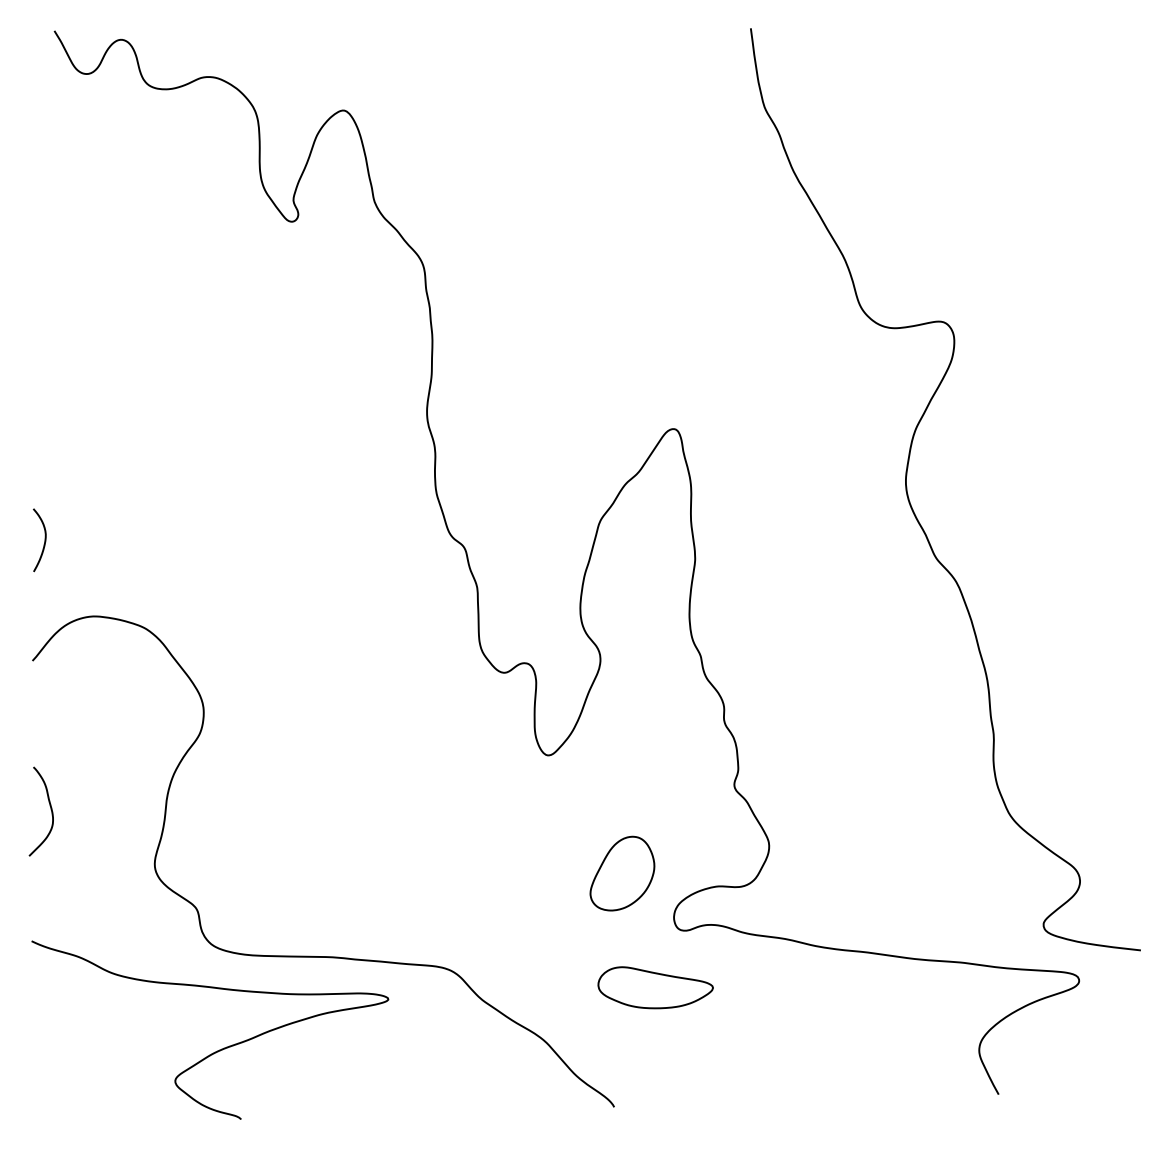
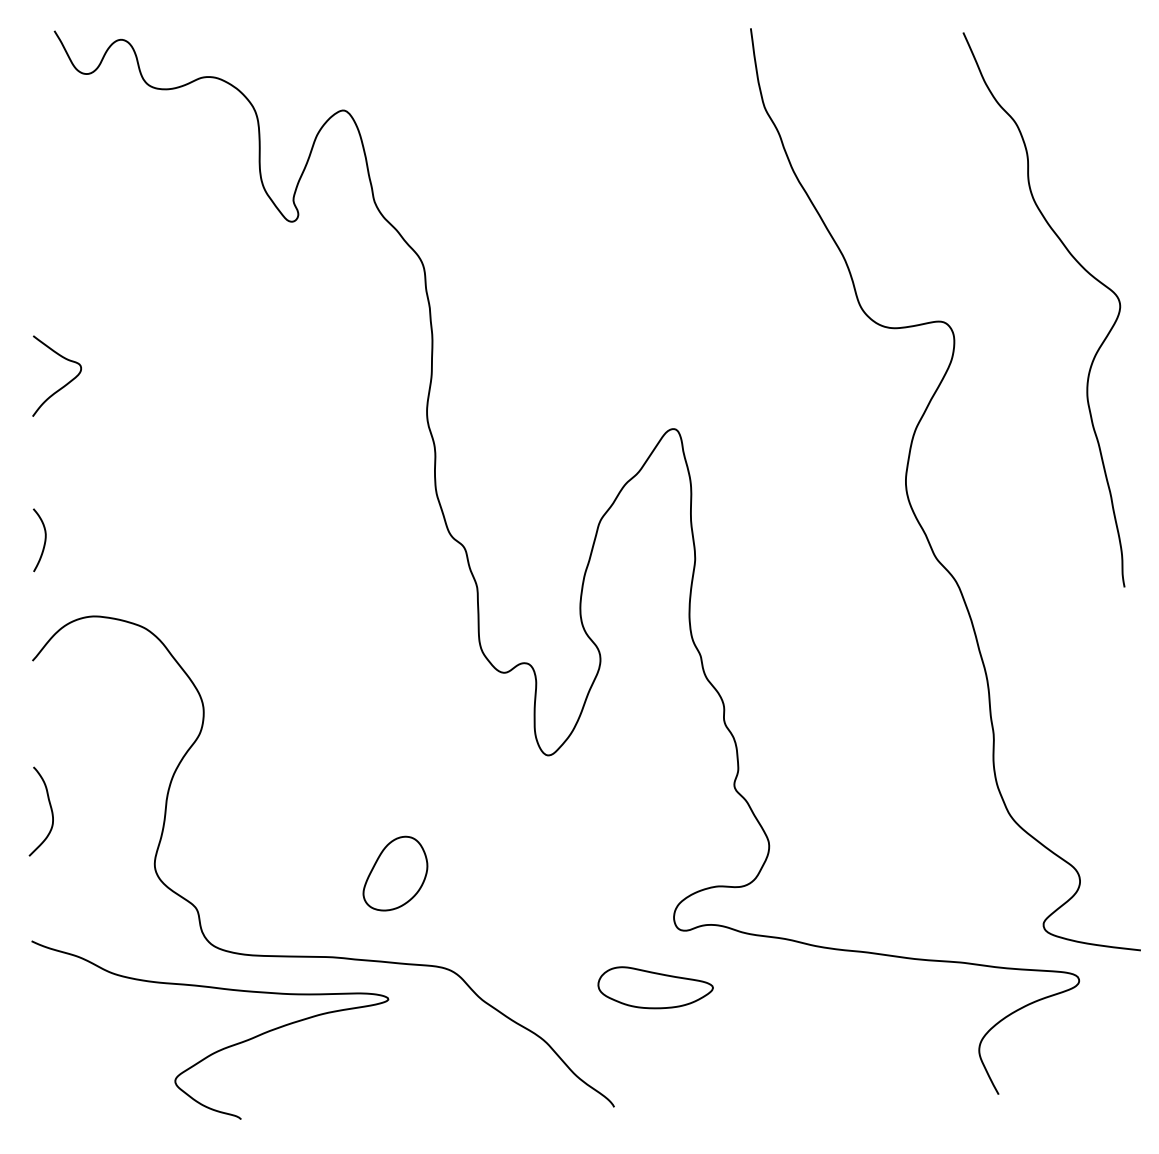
curve at (1083, 269): none -> present
curve at (63, 385): none -> present
part at (622, 873) position: (622, 873) -> (395, 873)
